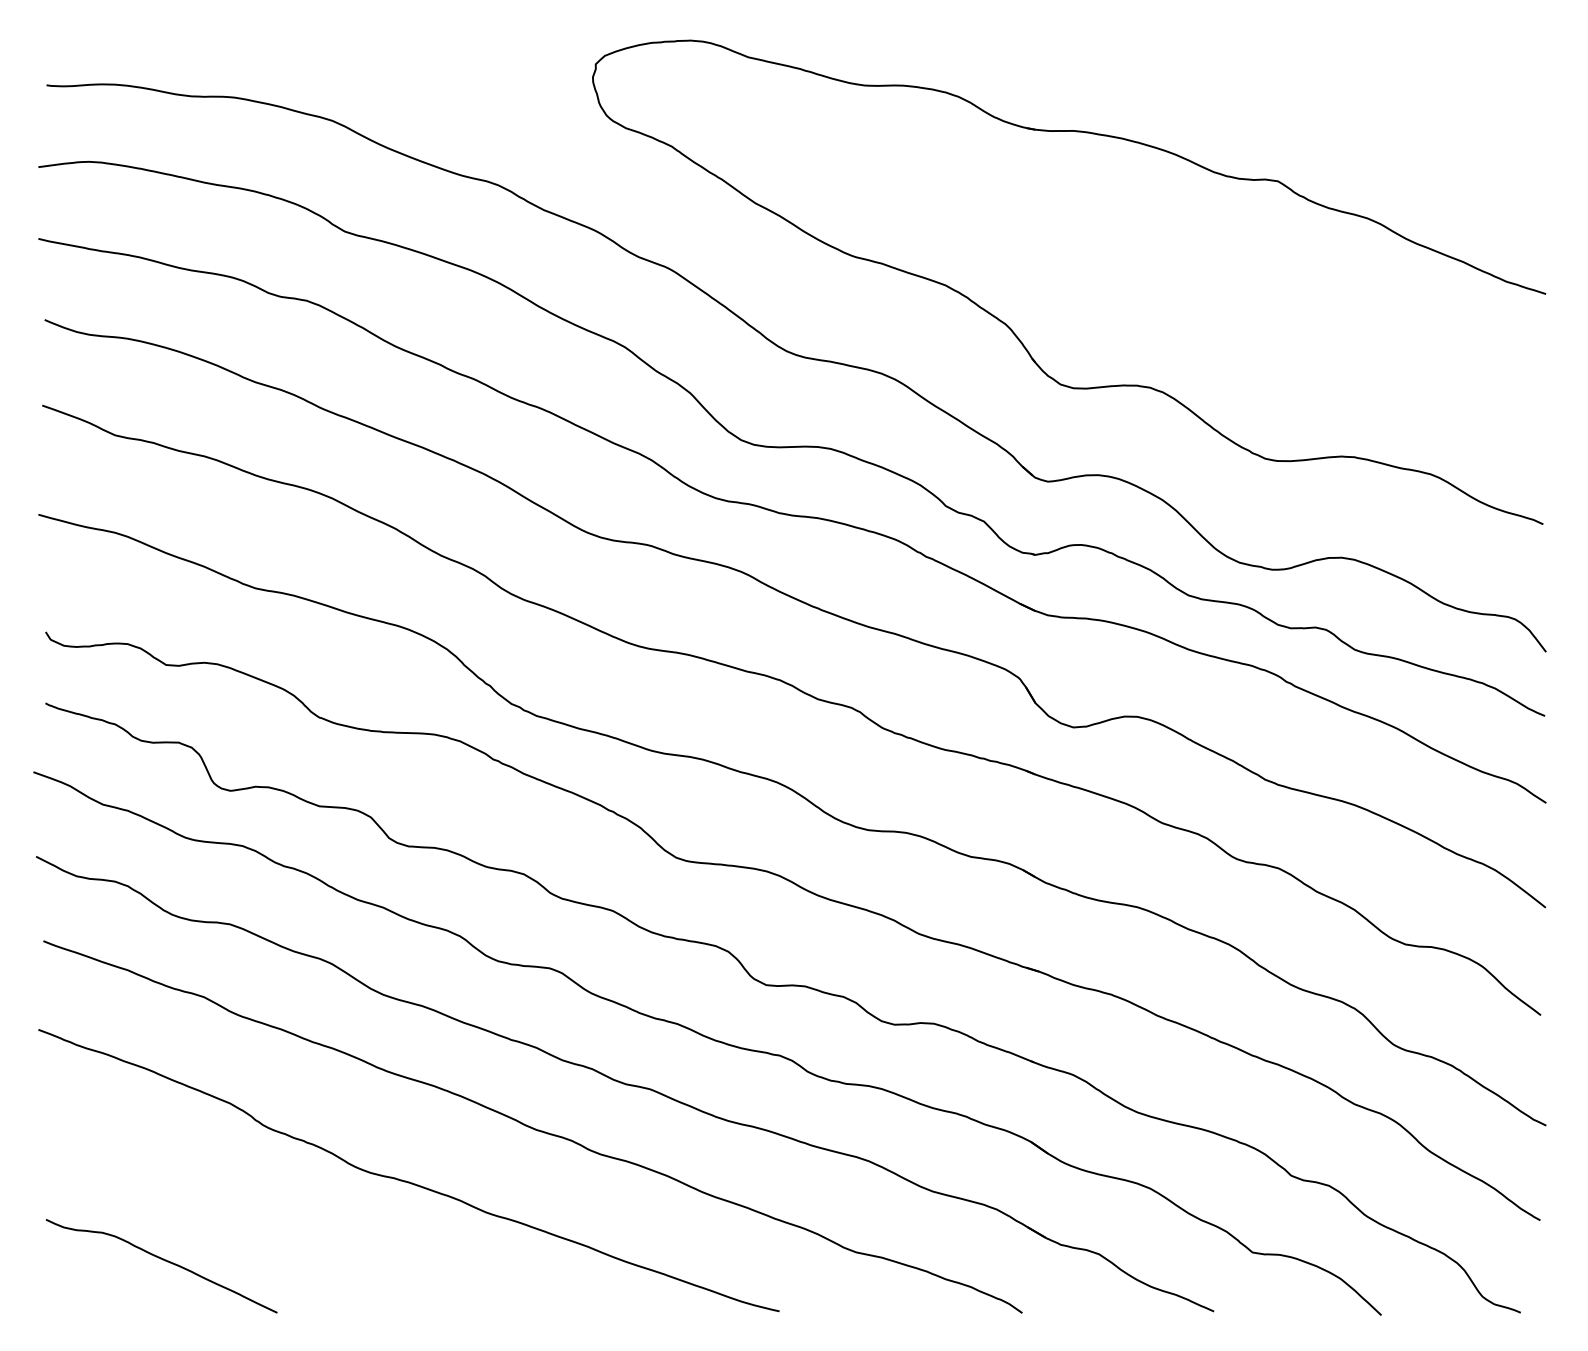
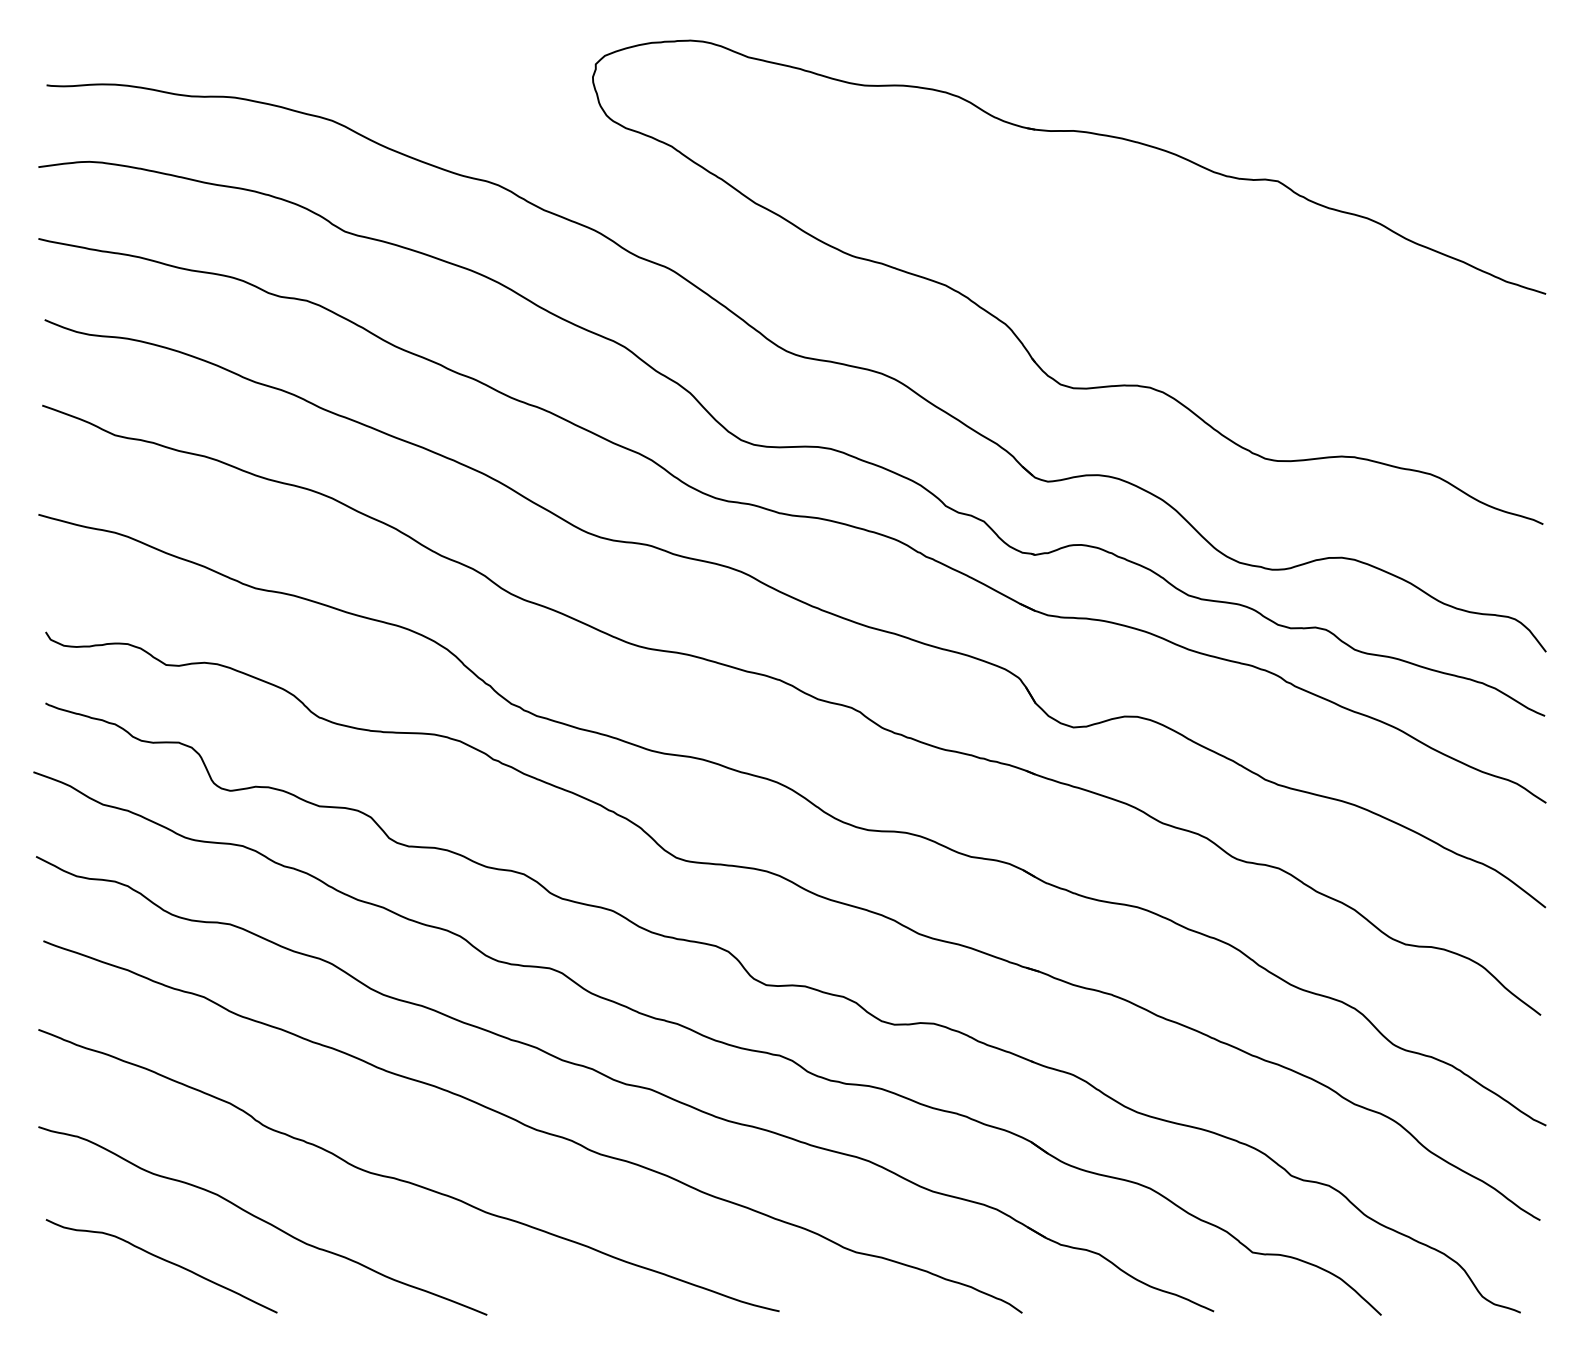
curve at (262, 1220): none -> present
